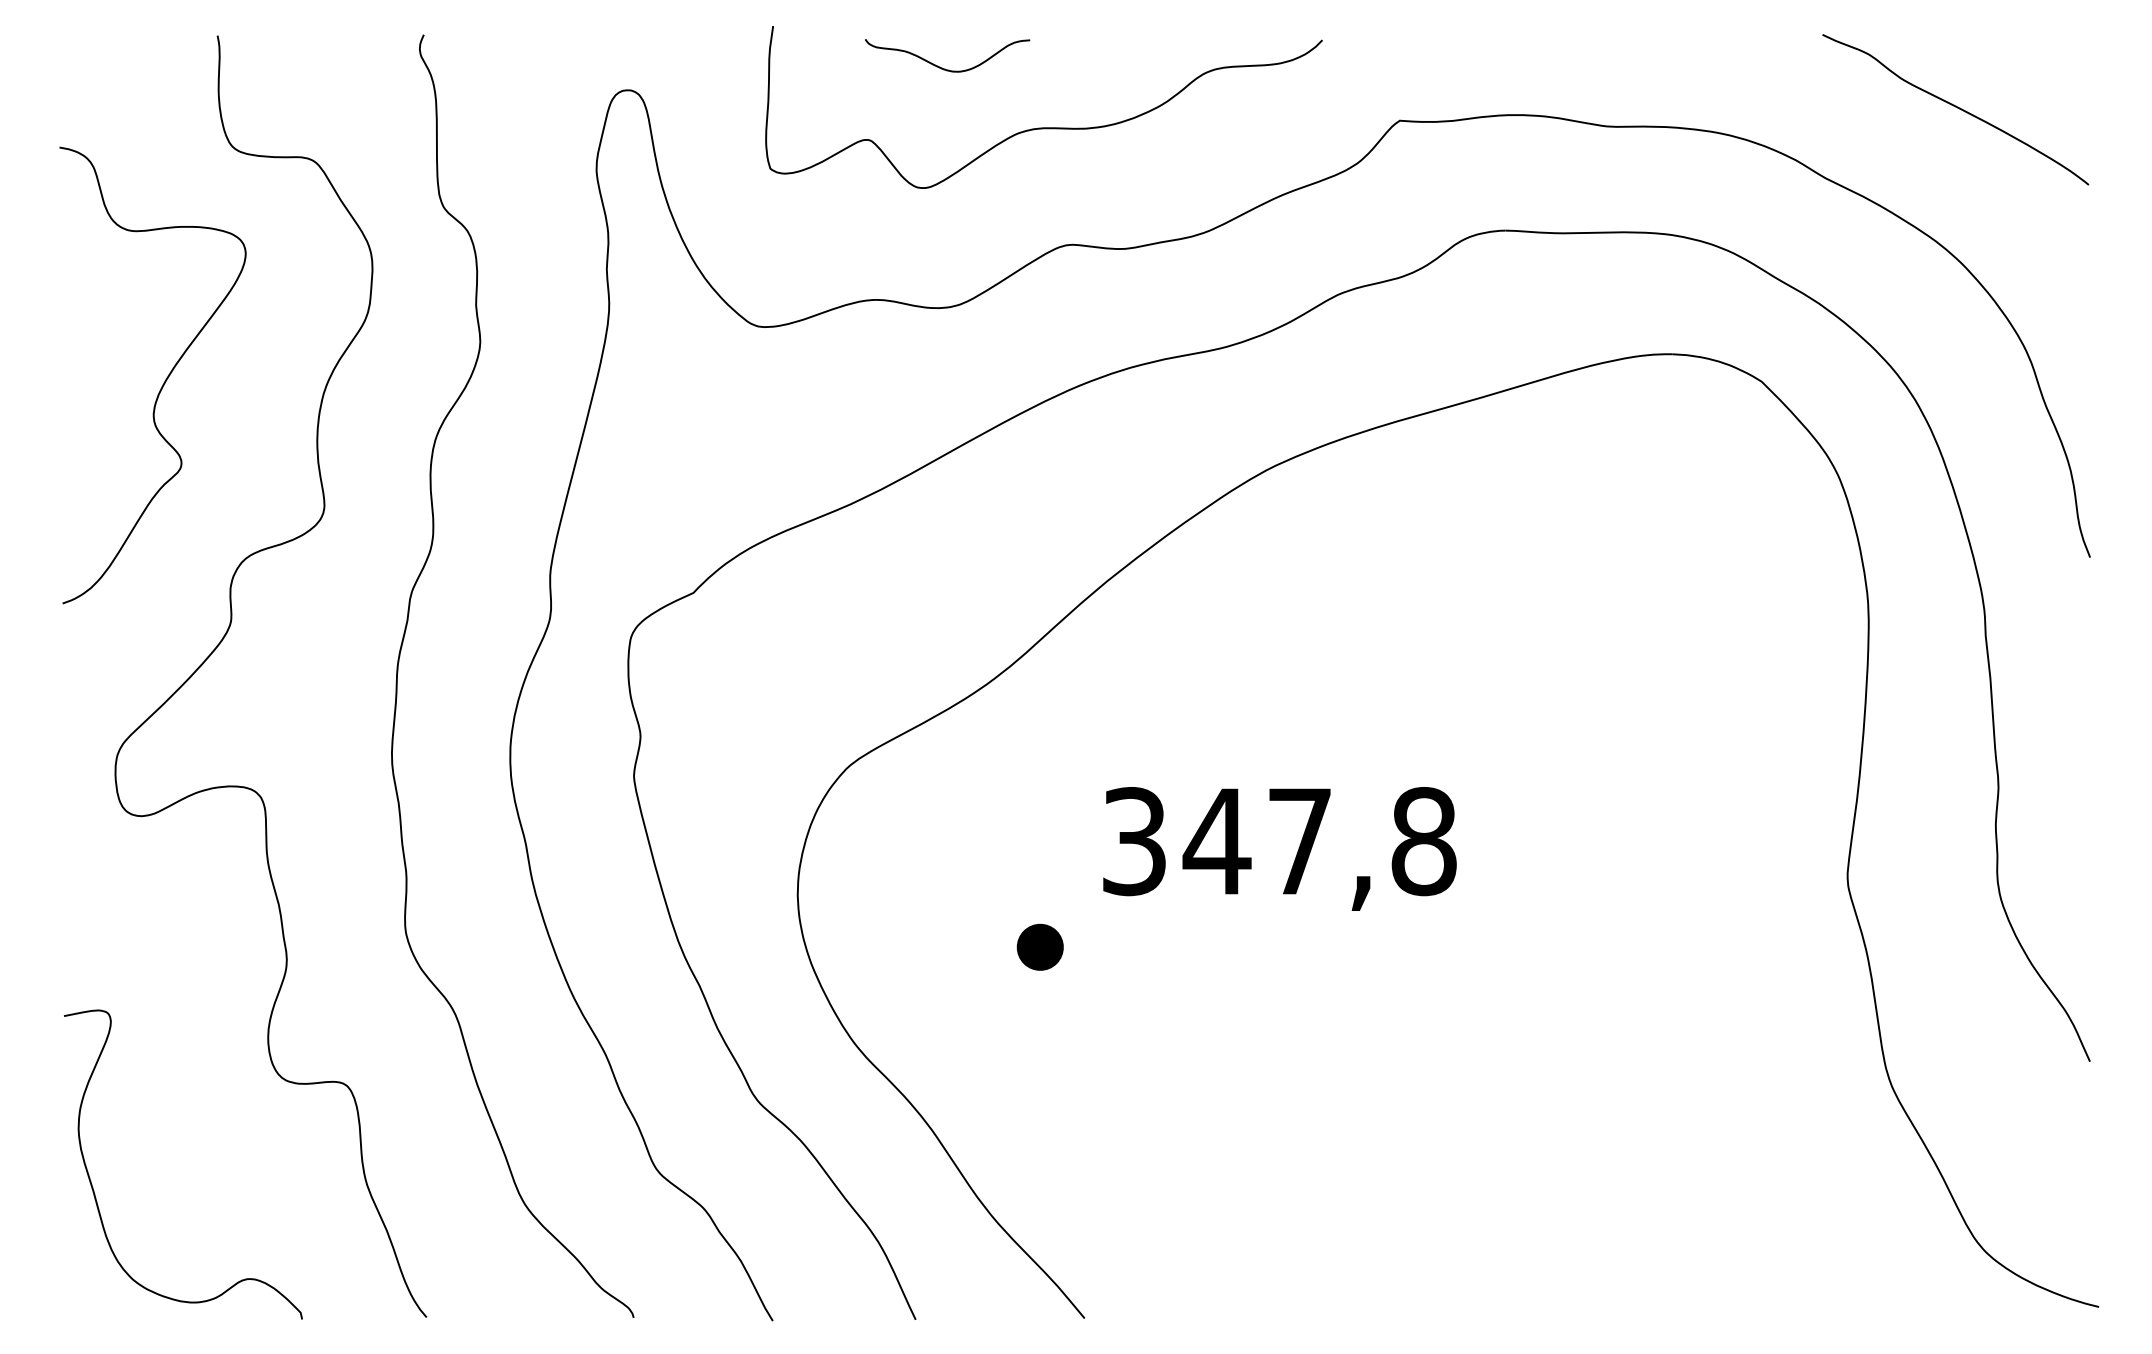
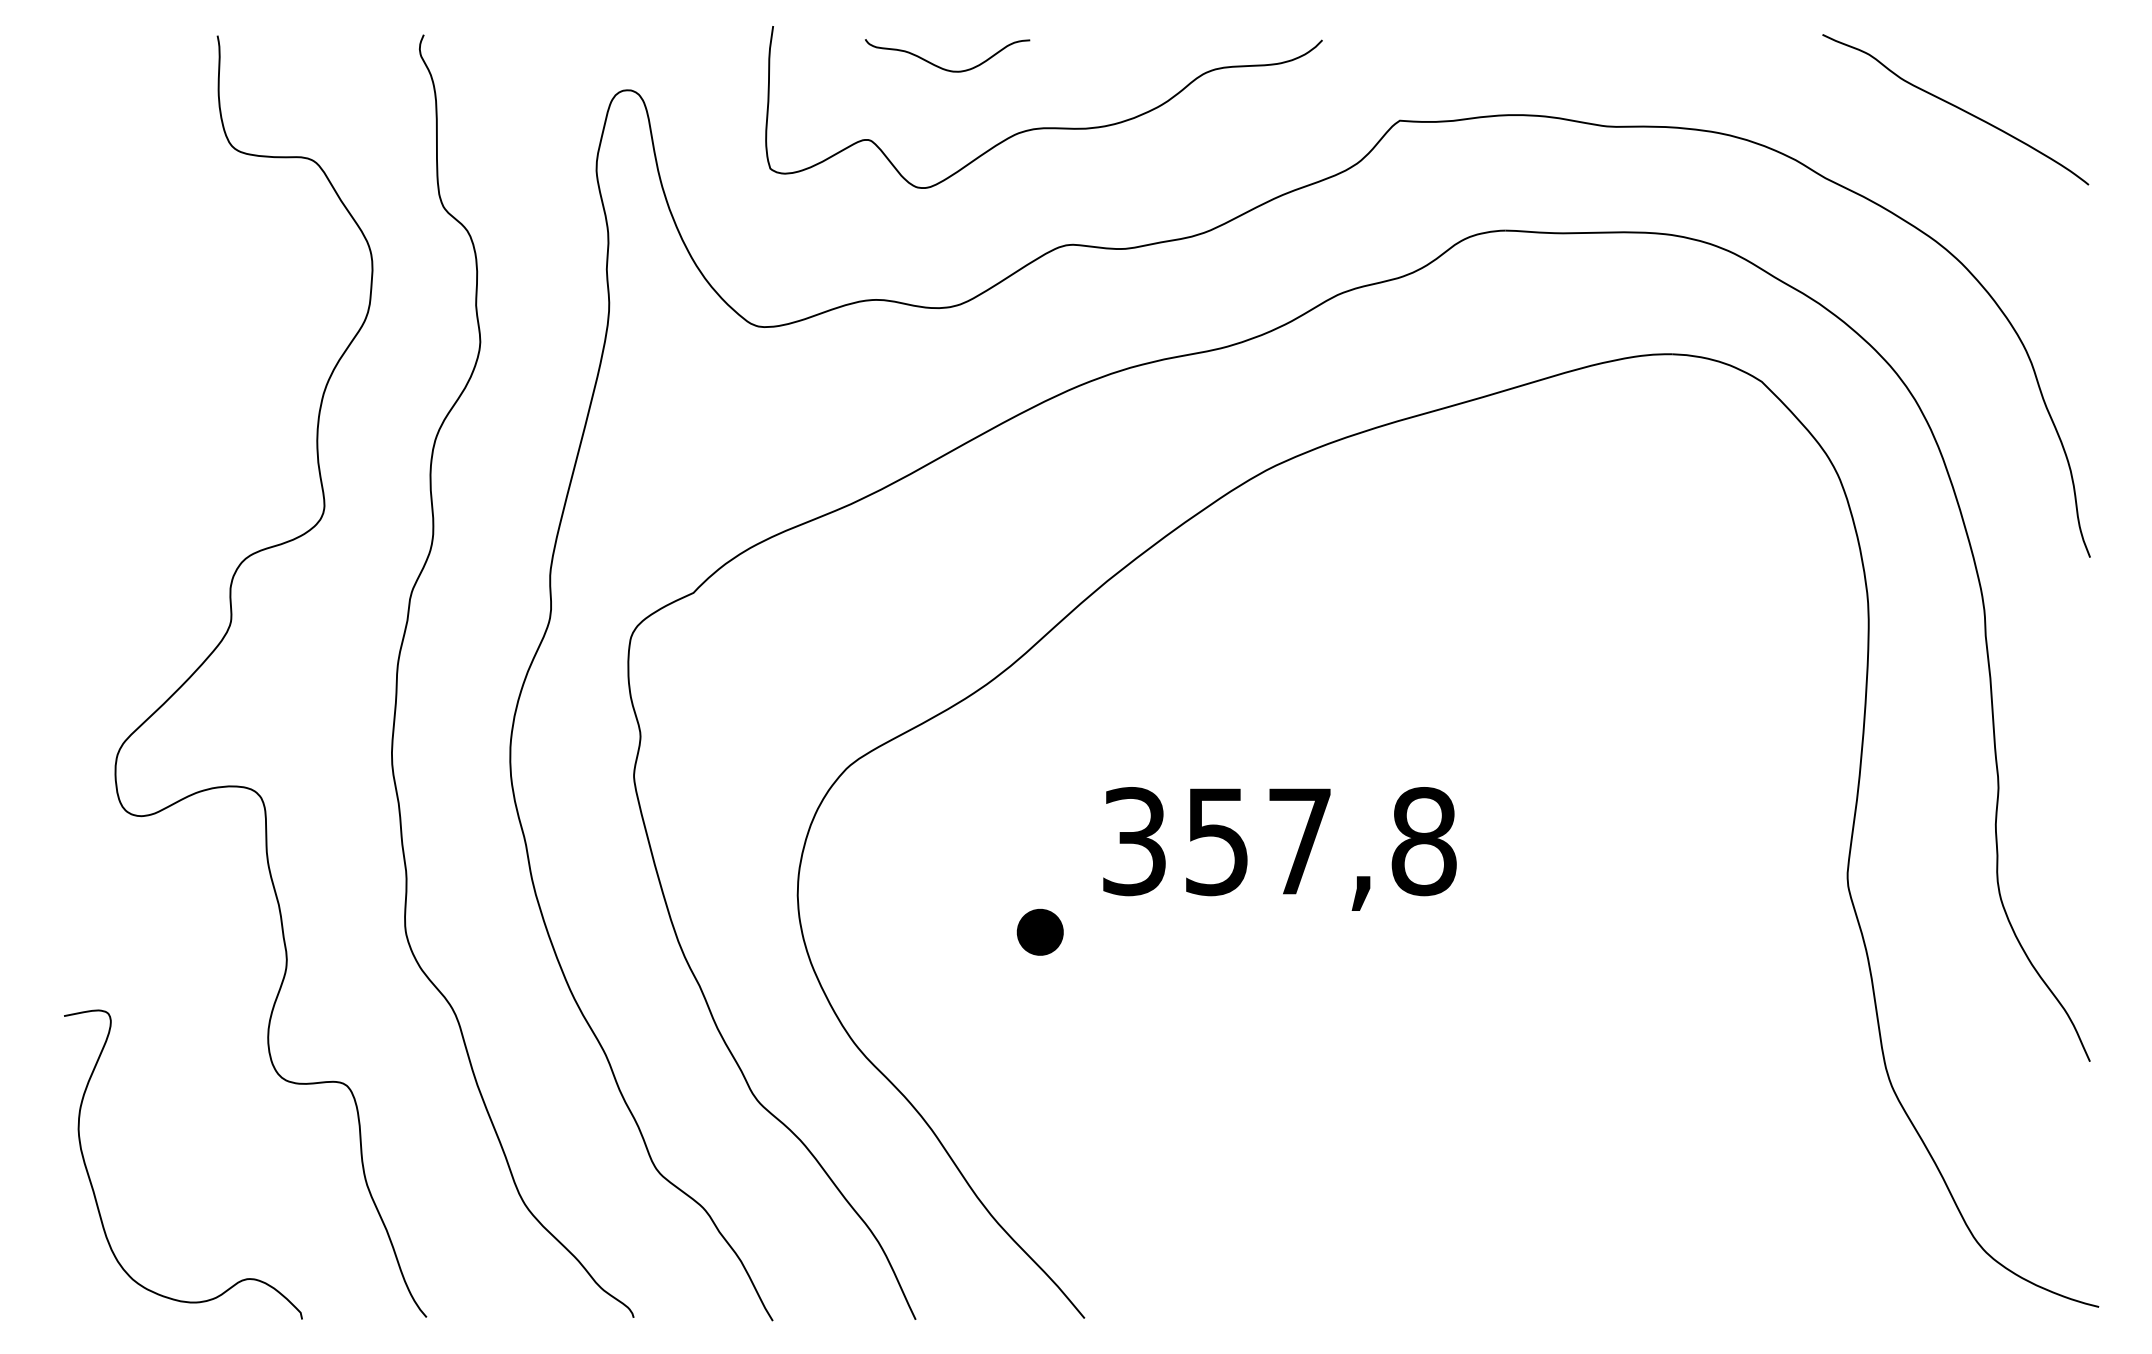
curve at (163, 382): present -> none
text at (1216, 842): 347,8 -> 357,8
part at (1039, 947) position: (1039, 947) -> (1039, 932)
